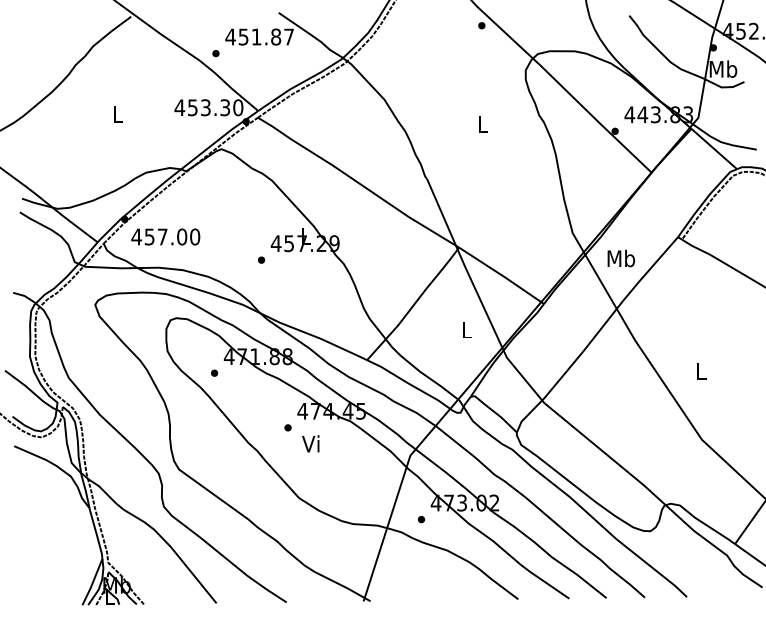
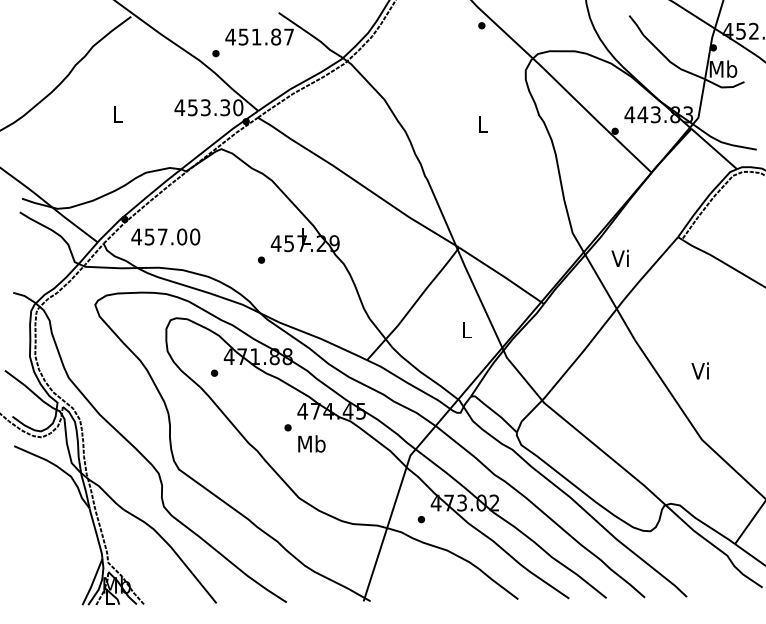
text at (620, 258): Mb -> Vi
text at (699, 370): L -> Vi
text at (311, 443): Vi -> Mb
